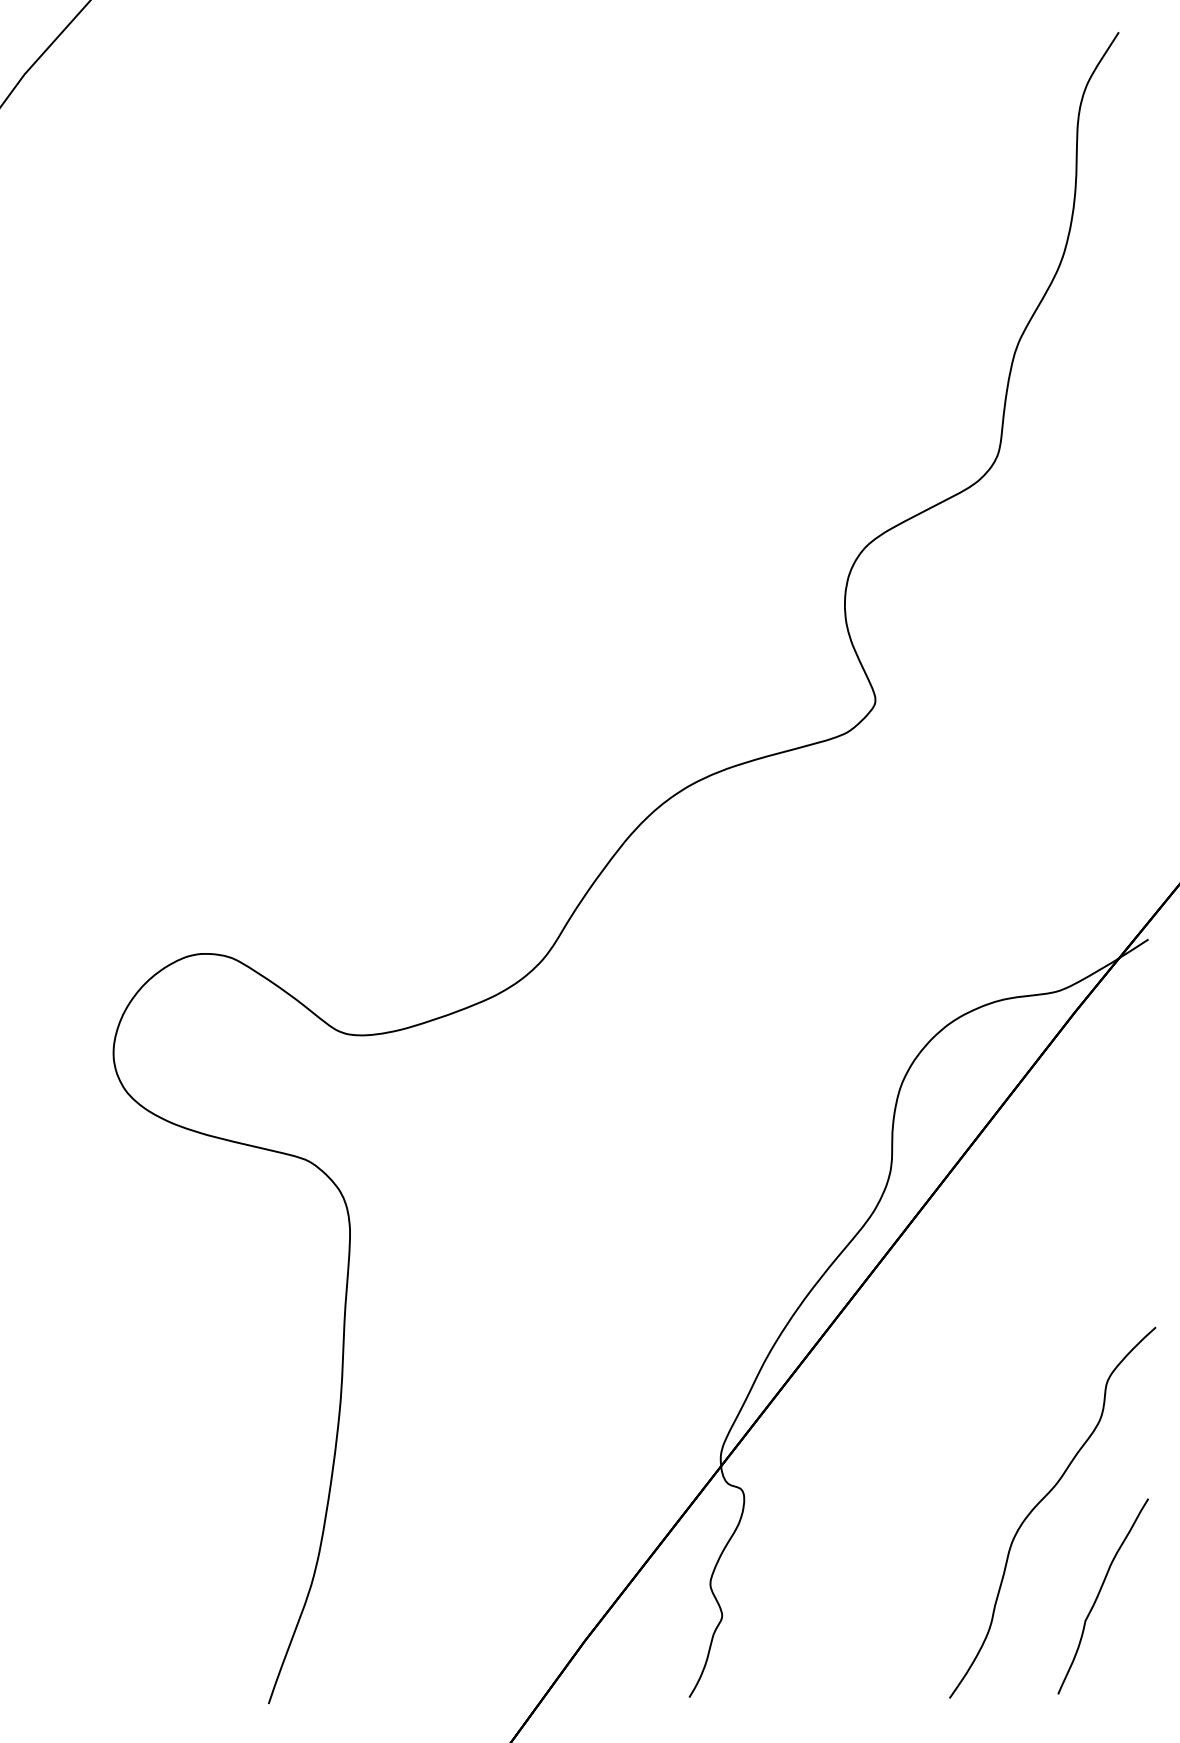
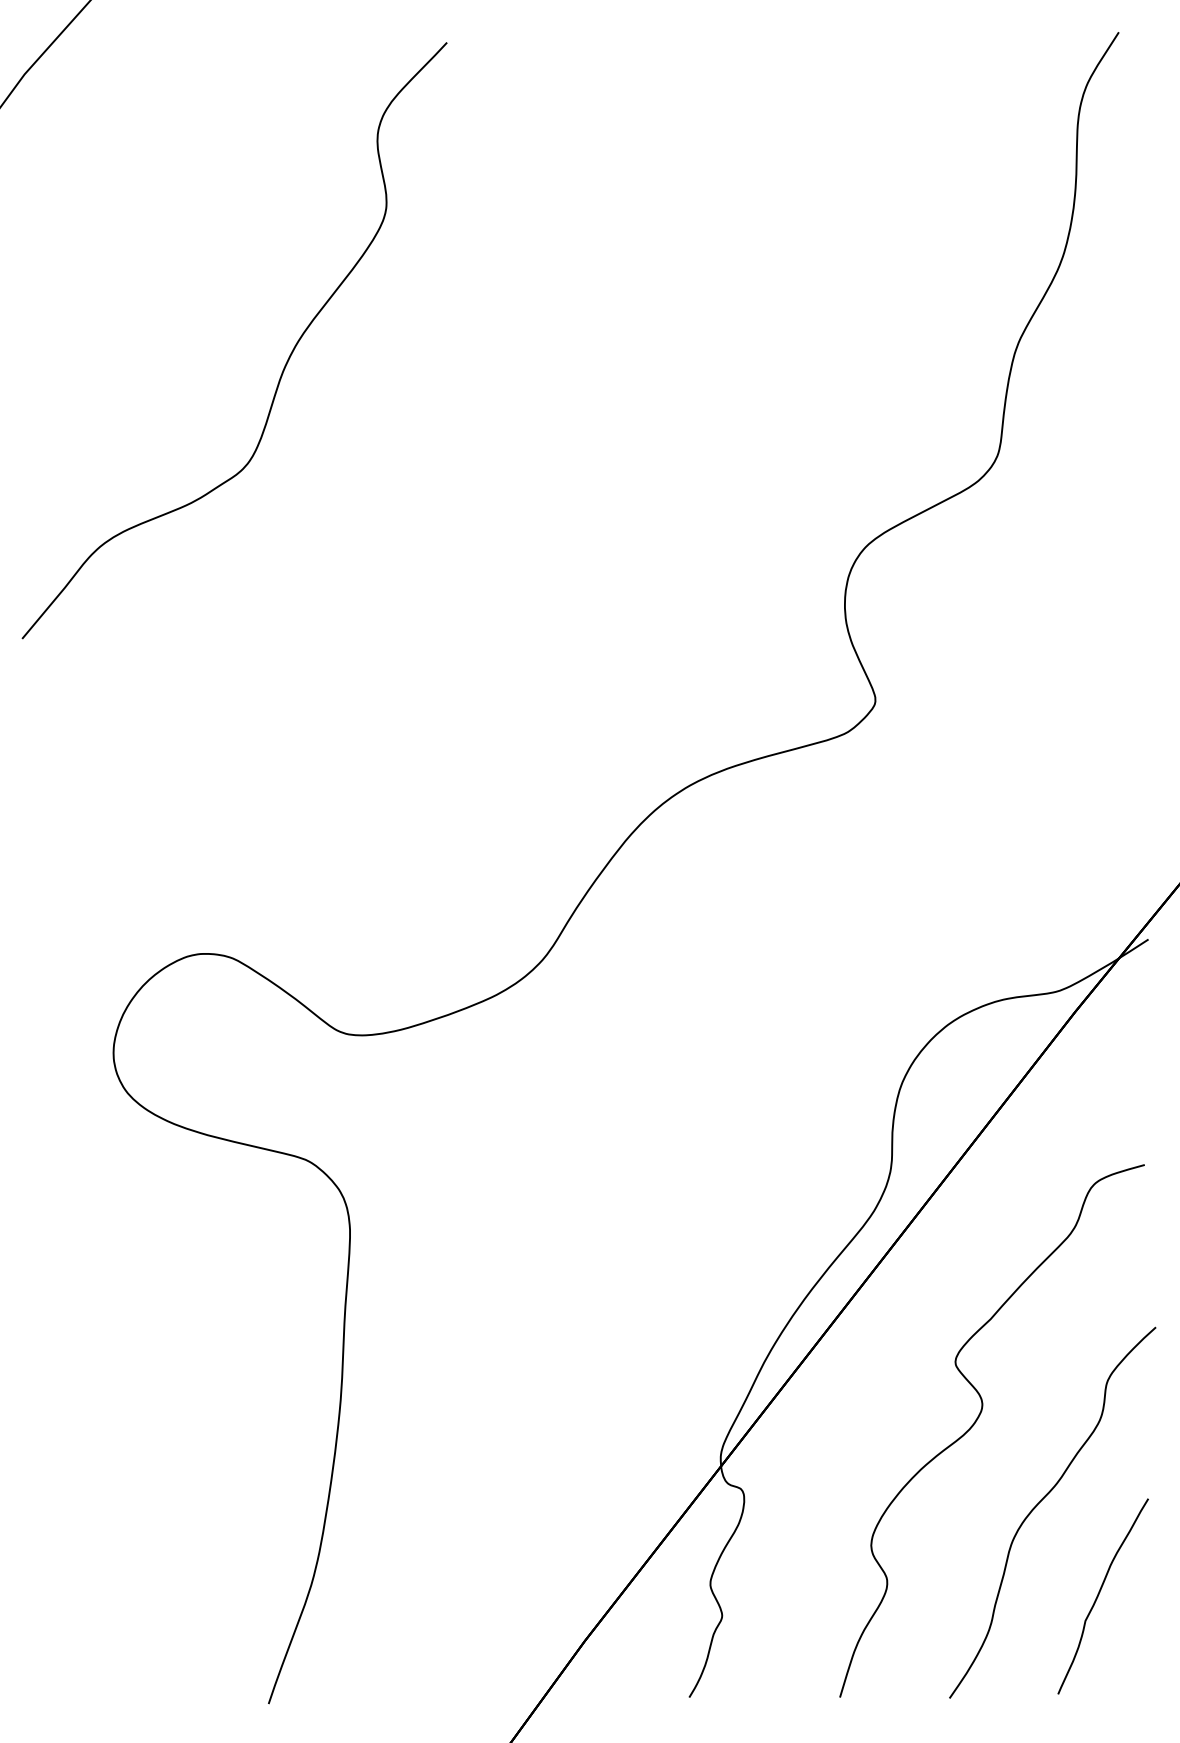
curve at (284, 365): none -> present
curve at (976, 1422): none -> present
